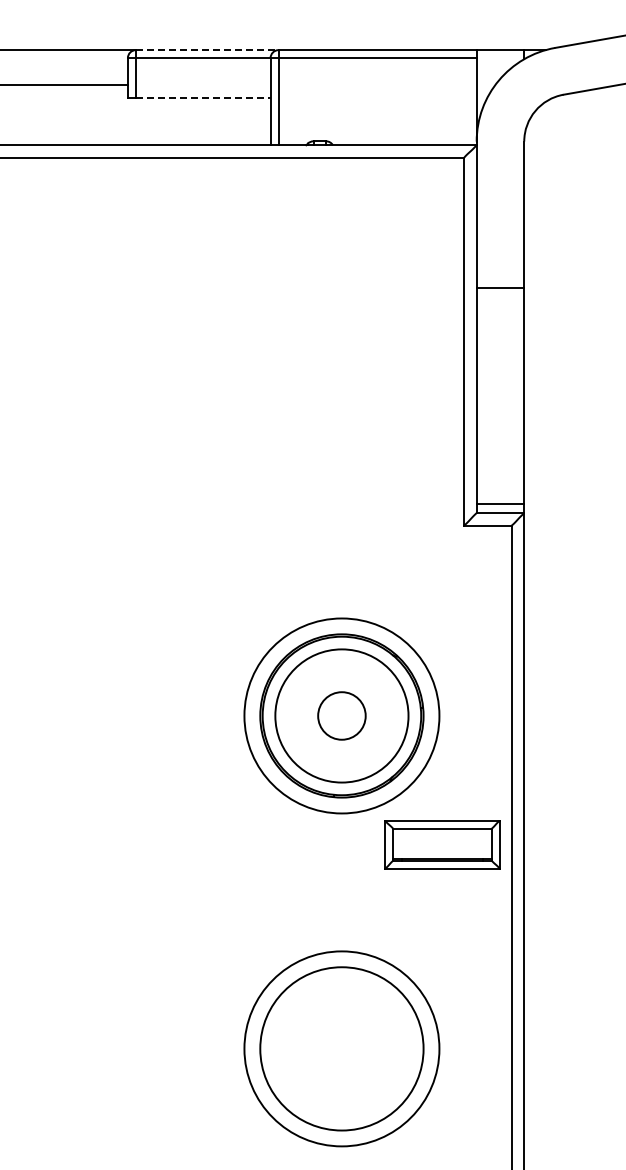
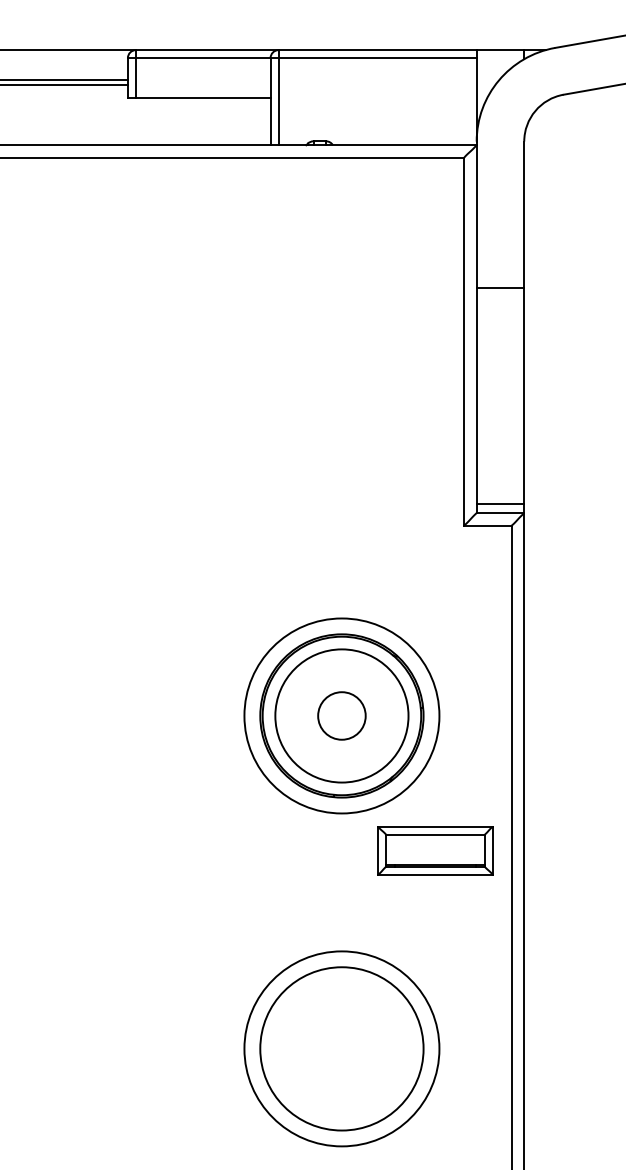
line at (207, 50): dashed -> solid
line at (64, 79): none -> present
line at (203, 97): dashed -> solid
part at (442, 844) position: (442, 844) -> (435, 850)
